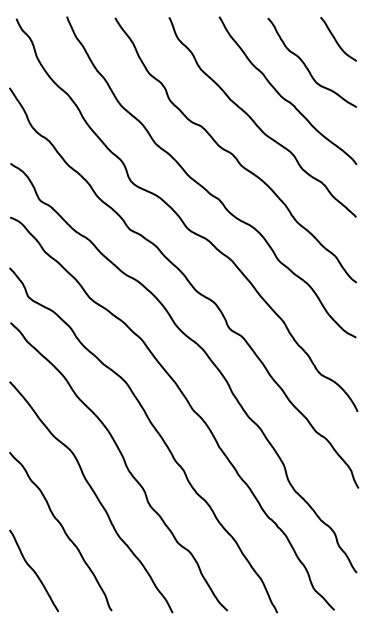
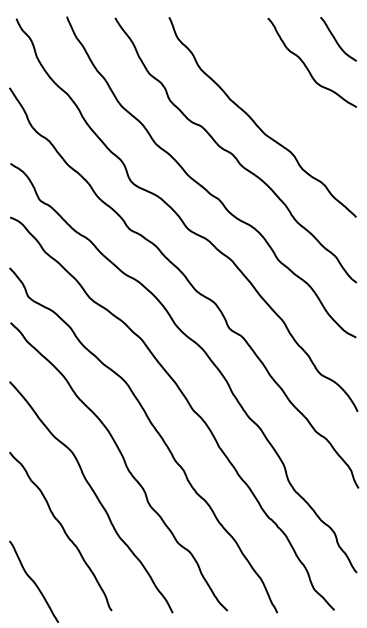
curve at (284, 97): present -> none
curve at (34, 570) position: (34, 570) -> (34, 581)
